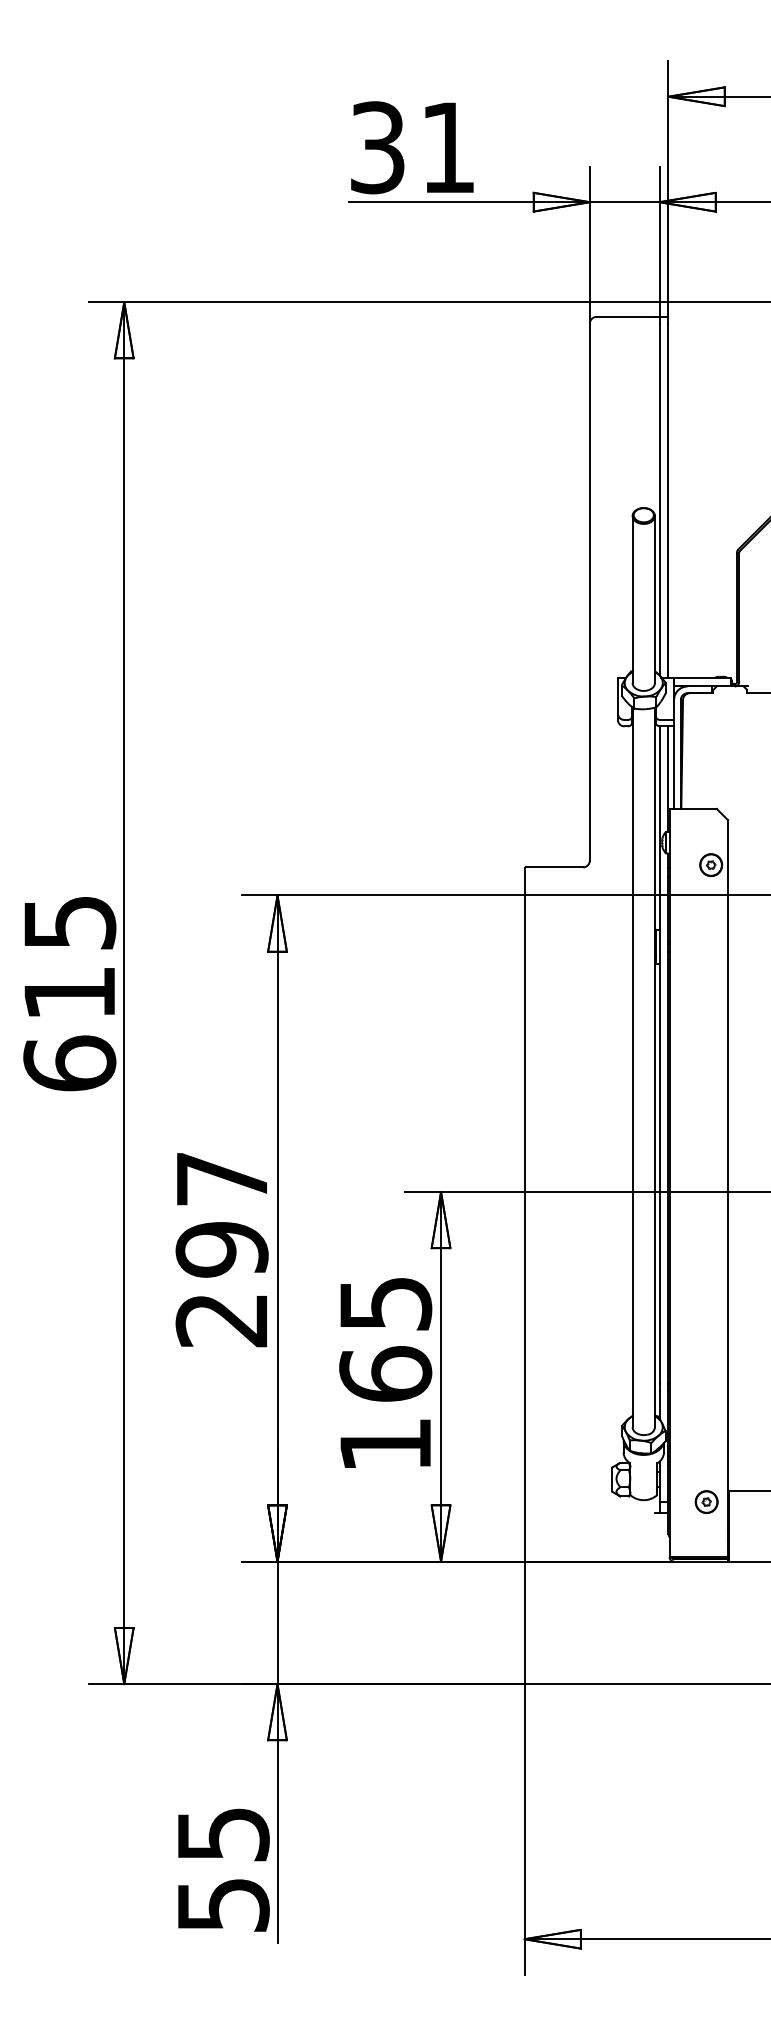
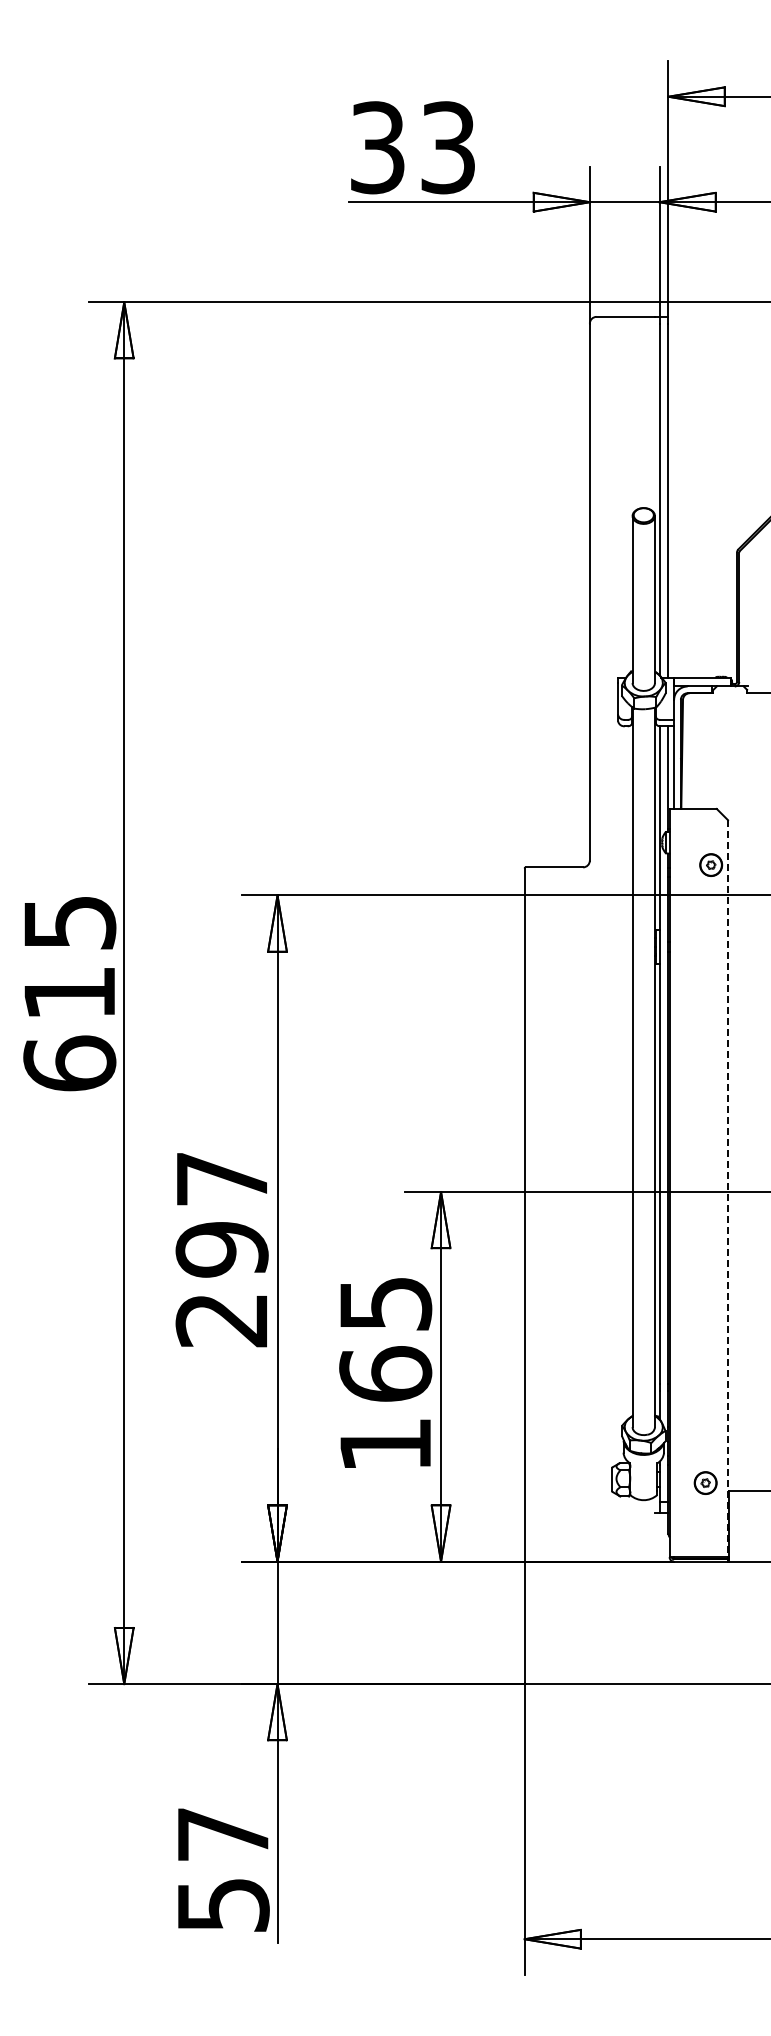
text at (447, 147): 31 -> 33
line at (728, 1189): solid -> dashed
part at (706, 1501) position: (706, 1501) -> (705, 1482)
text at (223, 1834): 55 -> 57
